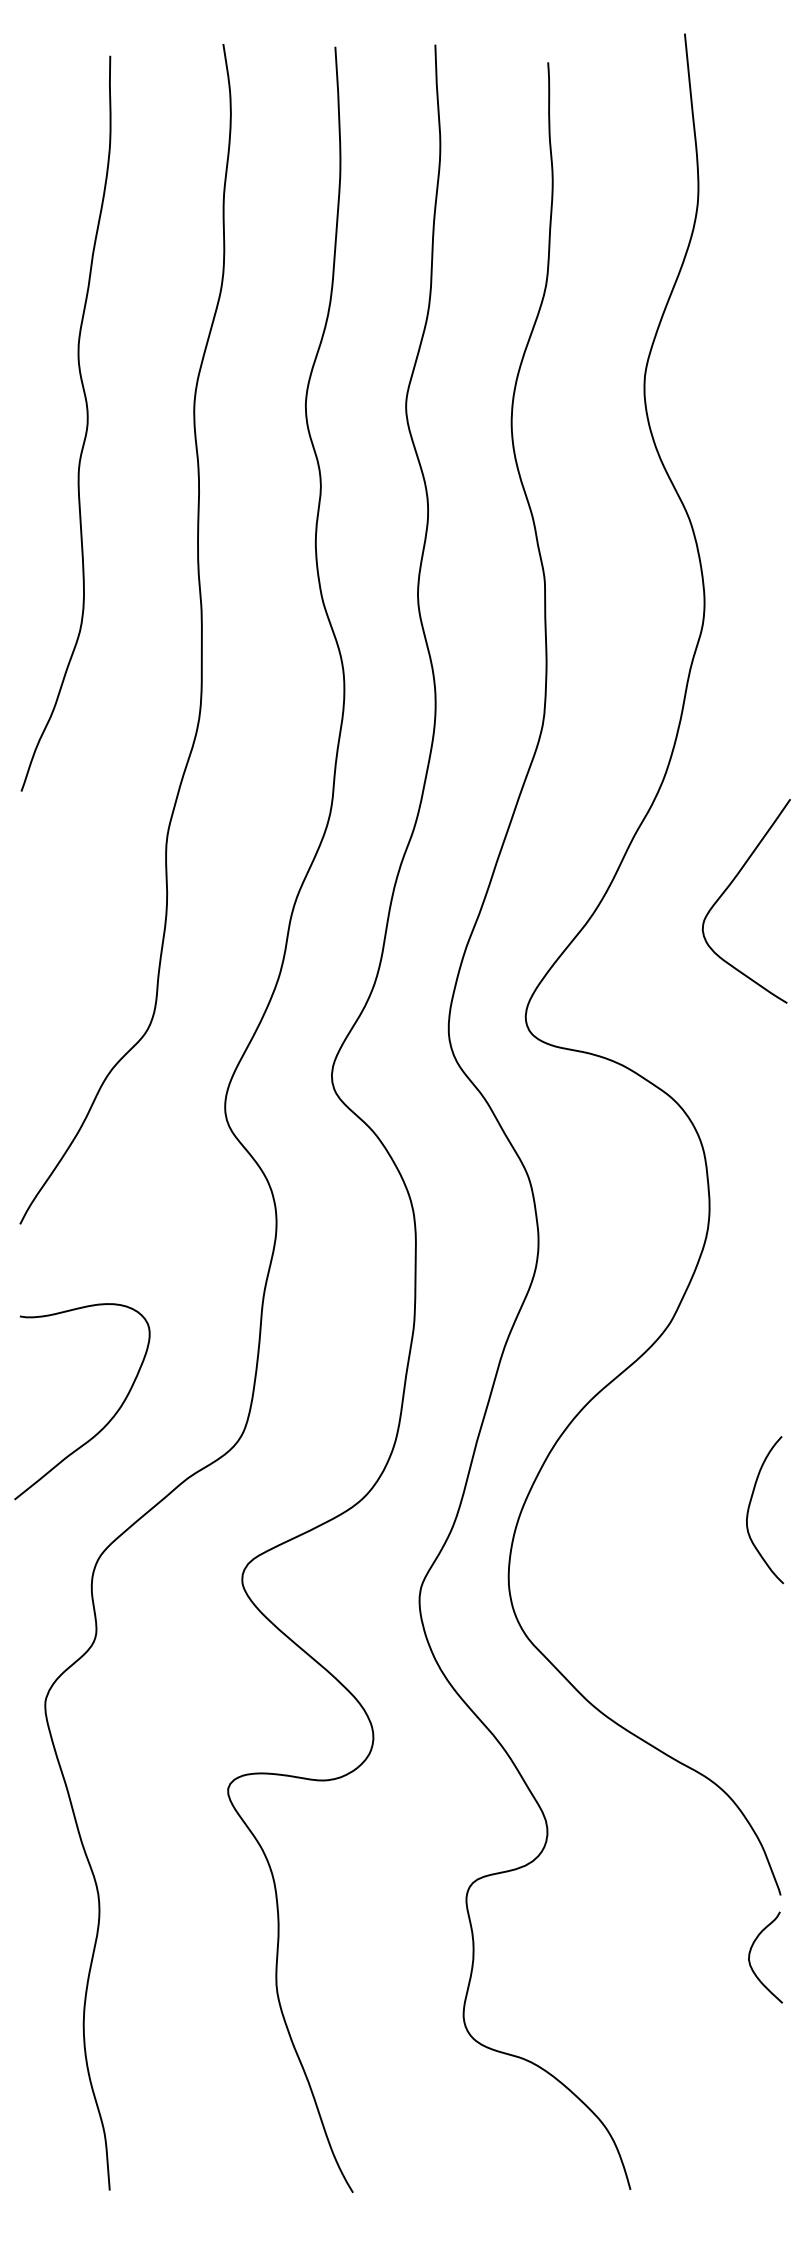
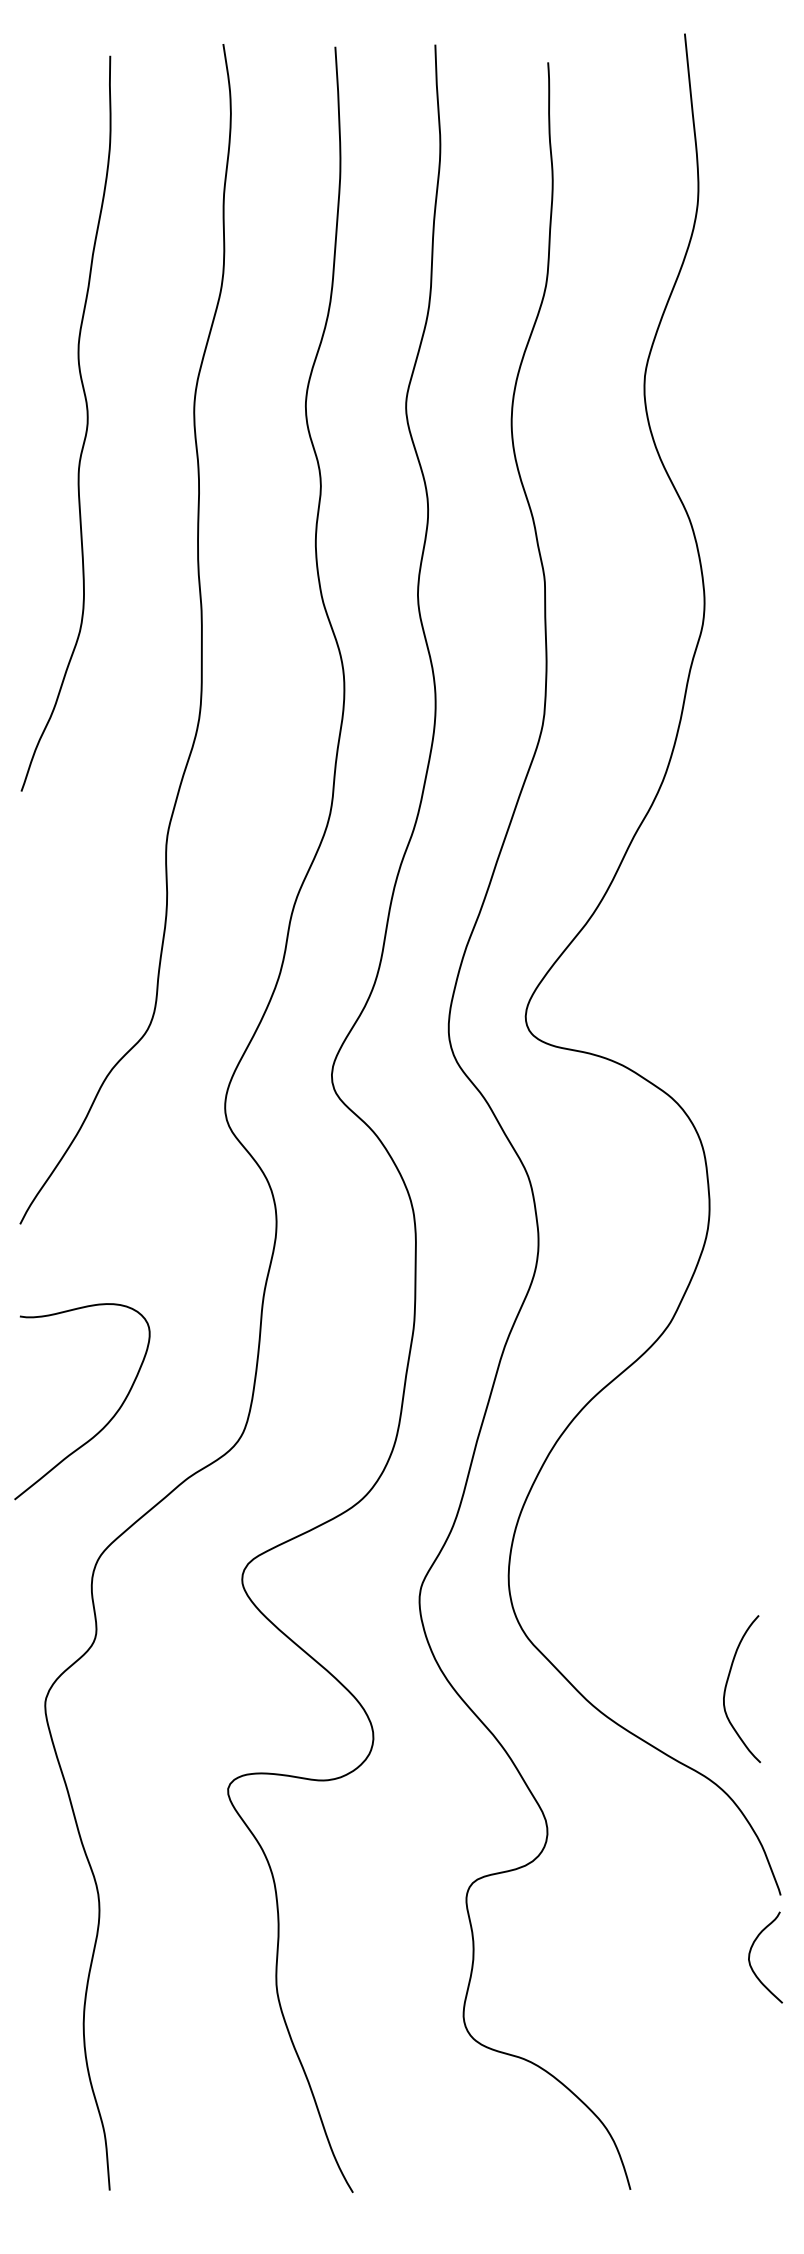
curve at (728, 888): present -> none
curve at (750, 1505) position: (750, 1505) -> (727, 1684)
